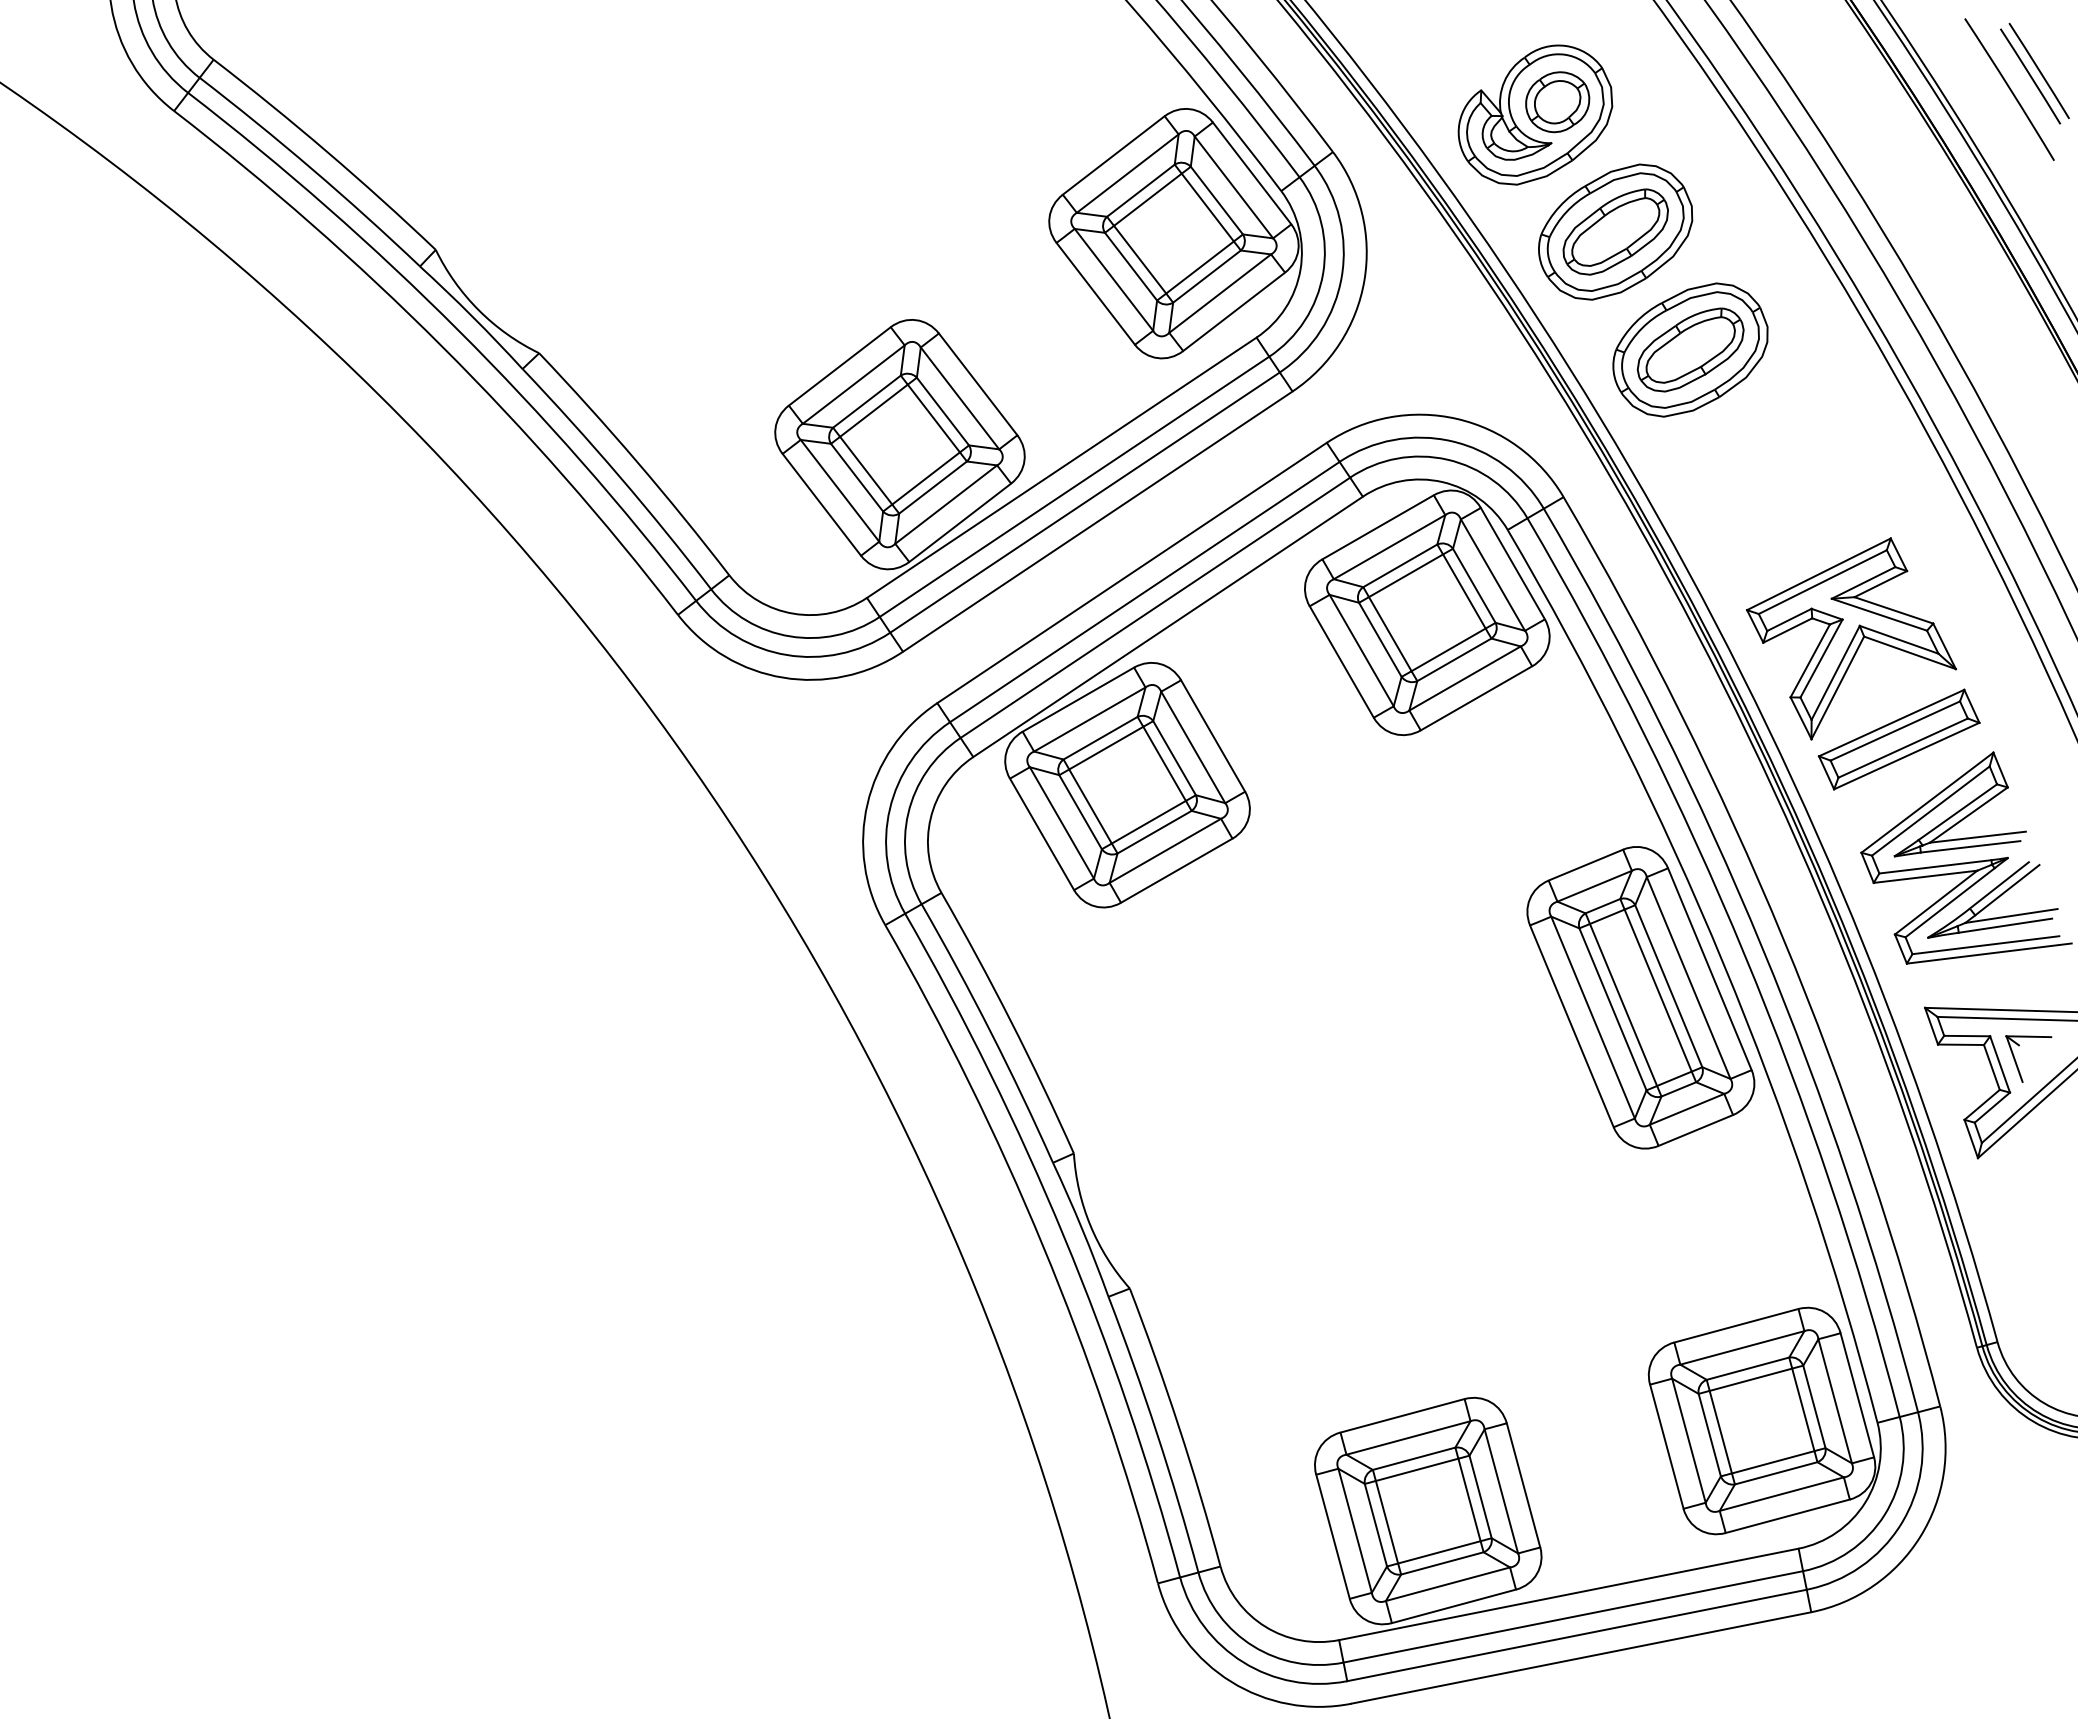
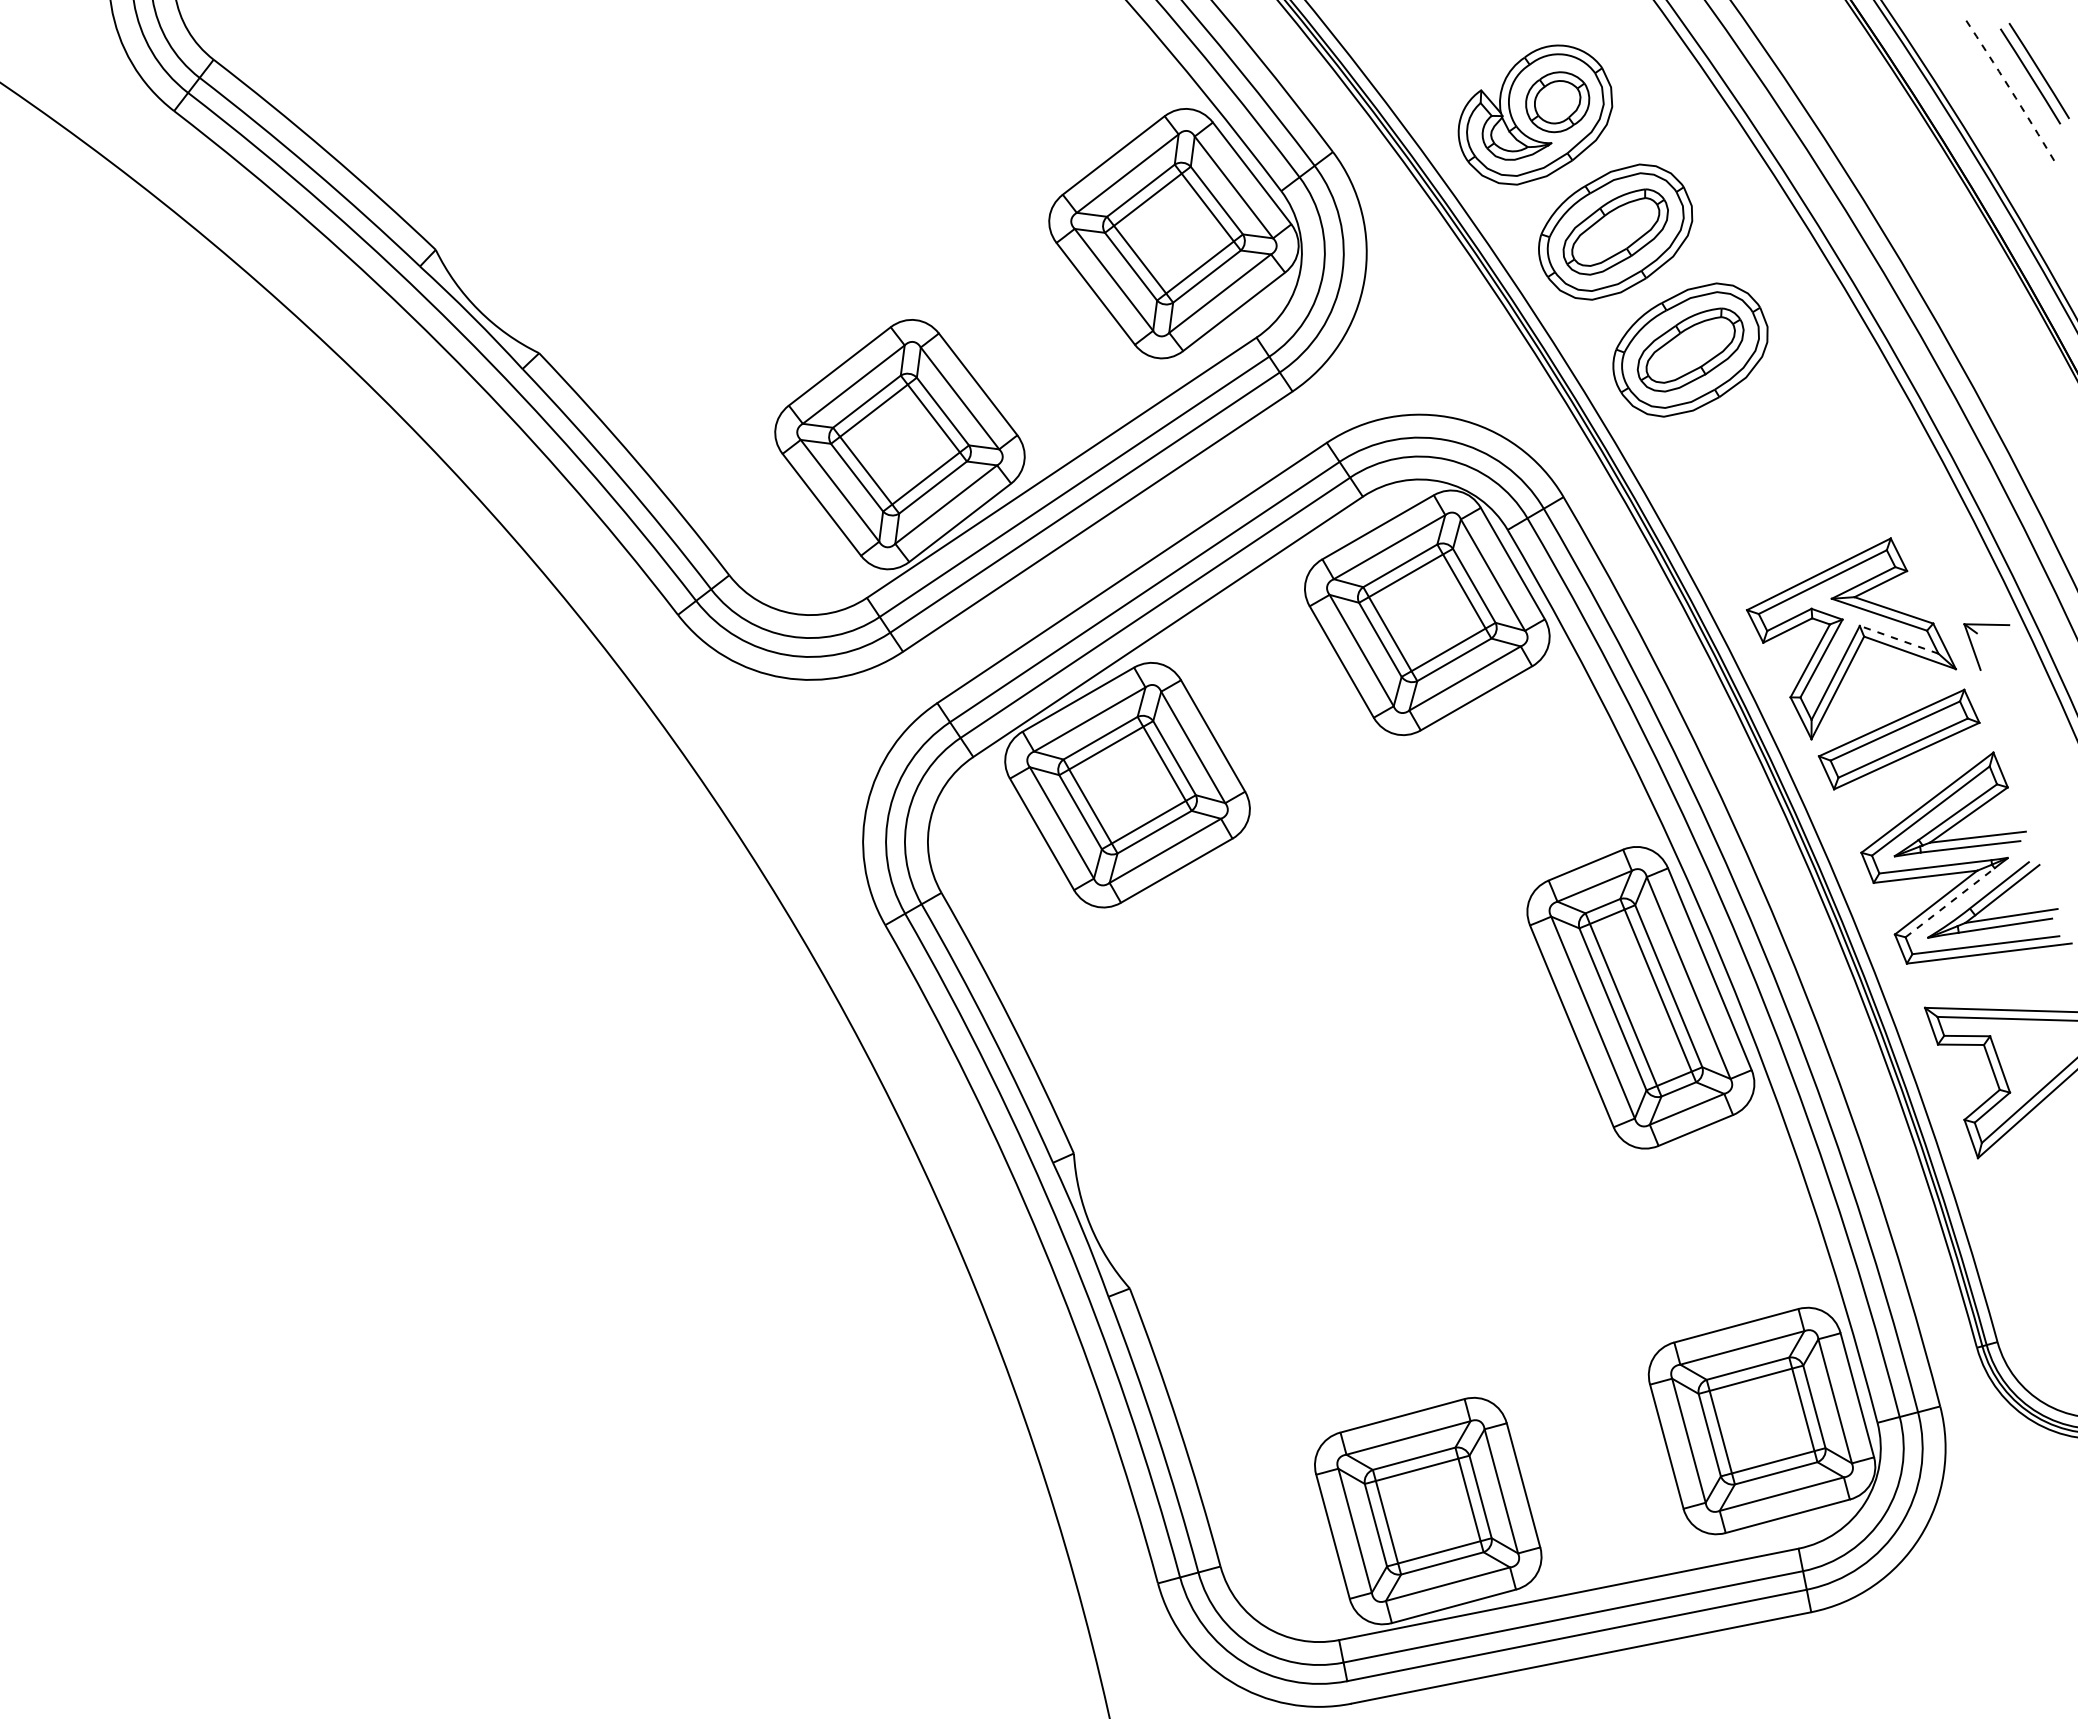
arc at (2010, 89): solid -> dashed
line at (1899, 639): solid -> dashed
line at (1950, 902): solid -> dashed
part at (2016, 1061) position: (2016, 1061) -> (1974, 649)
